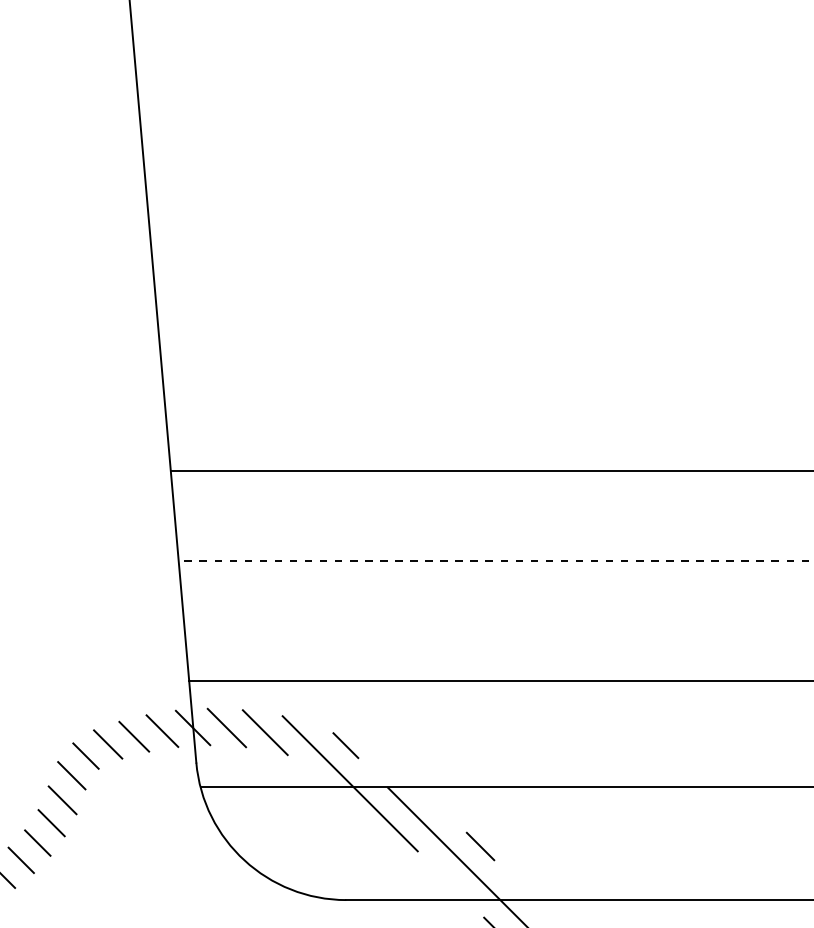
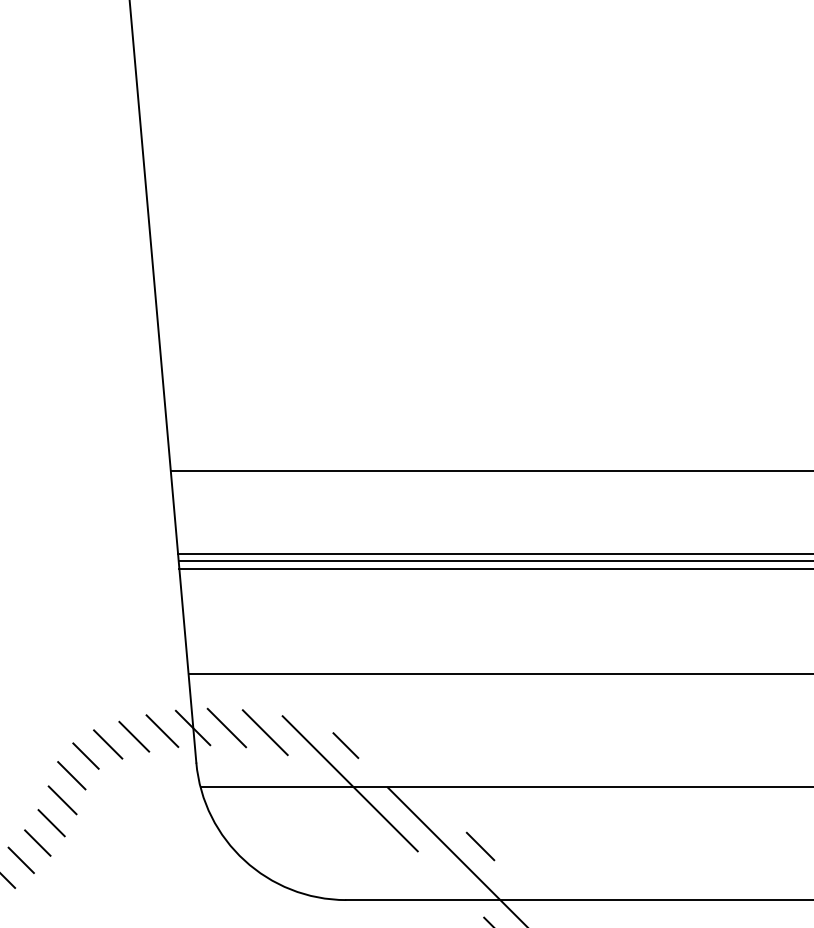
line at (494, 553): none -> present
line at (495, 561): dashed -> solid
line at (494, 568): none -> present
line at (499, 681) position: (499, 681) -> (499, 674)
